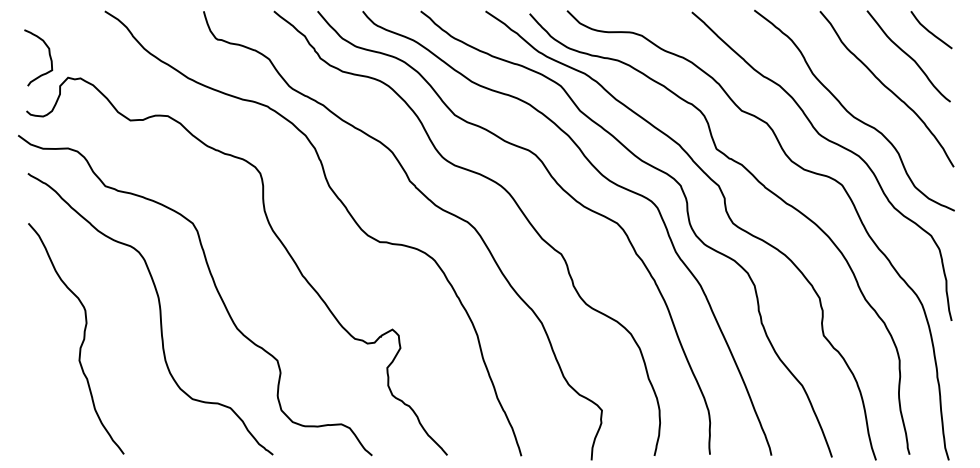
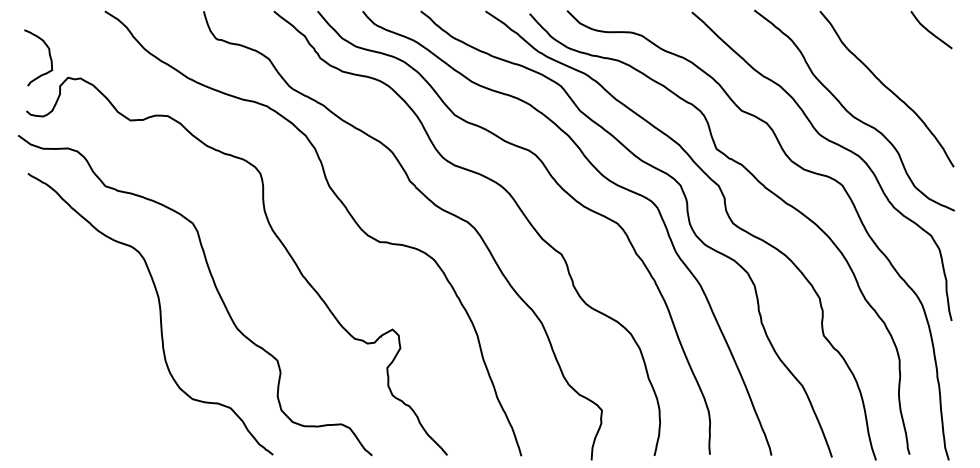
curve at (908, 56): present -> none
curve at (82, 340): present -> none
